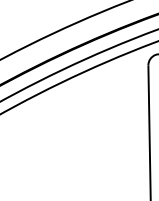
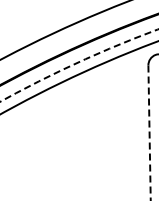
arc at (79, 62): solid -> dashed
line at (149, 133): solid -> dashed
